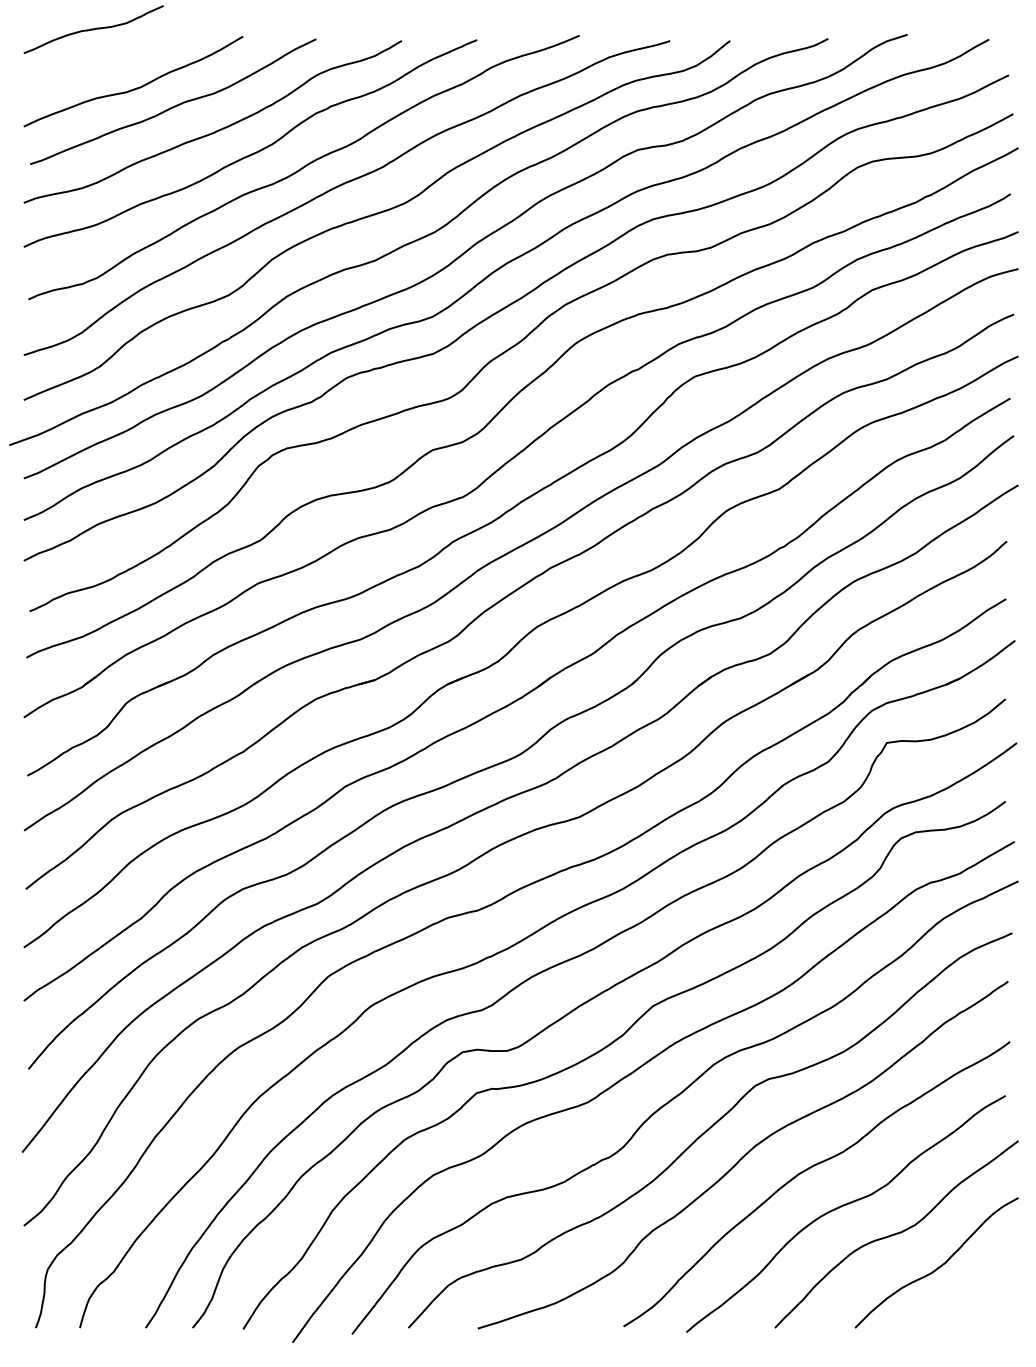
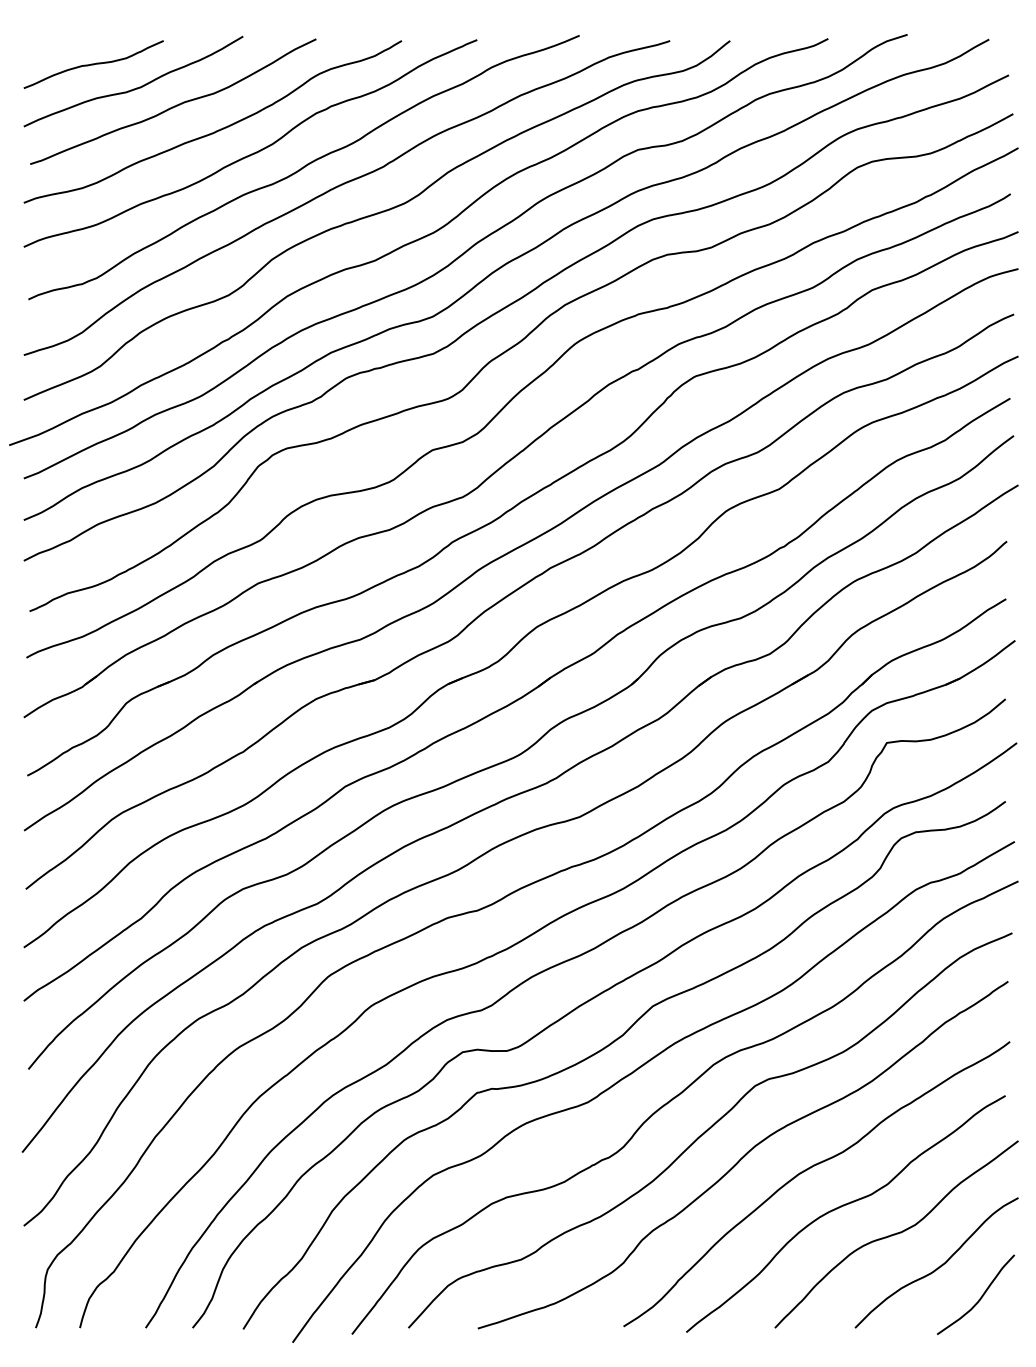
curve at (93, 29) position: (93, 29) -> (93, 64)
curve at (979, 1298): none -> present
